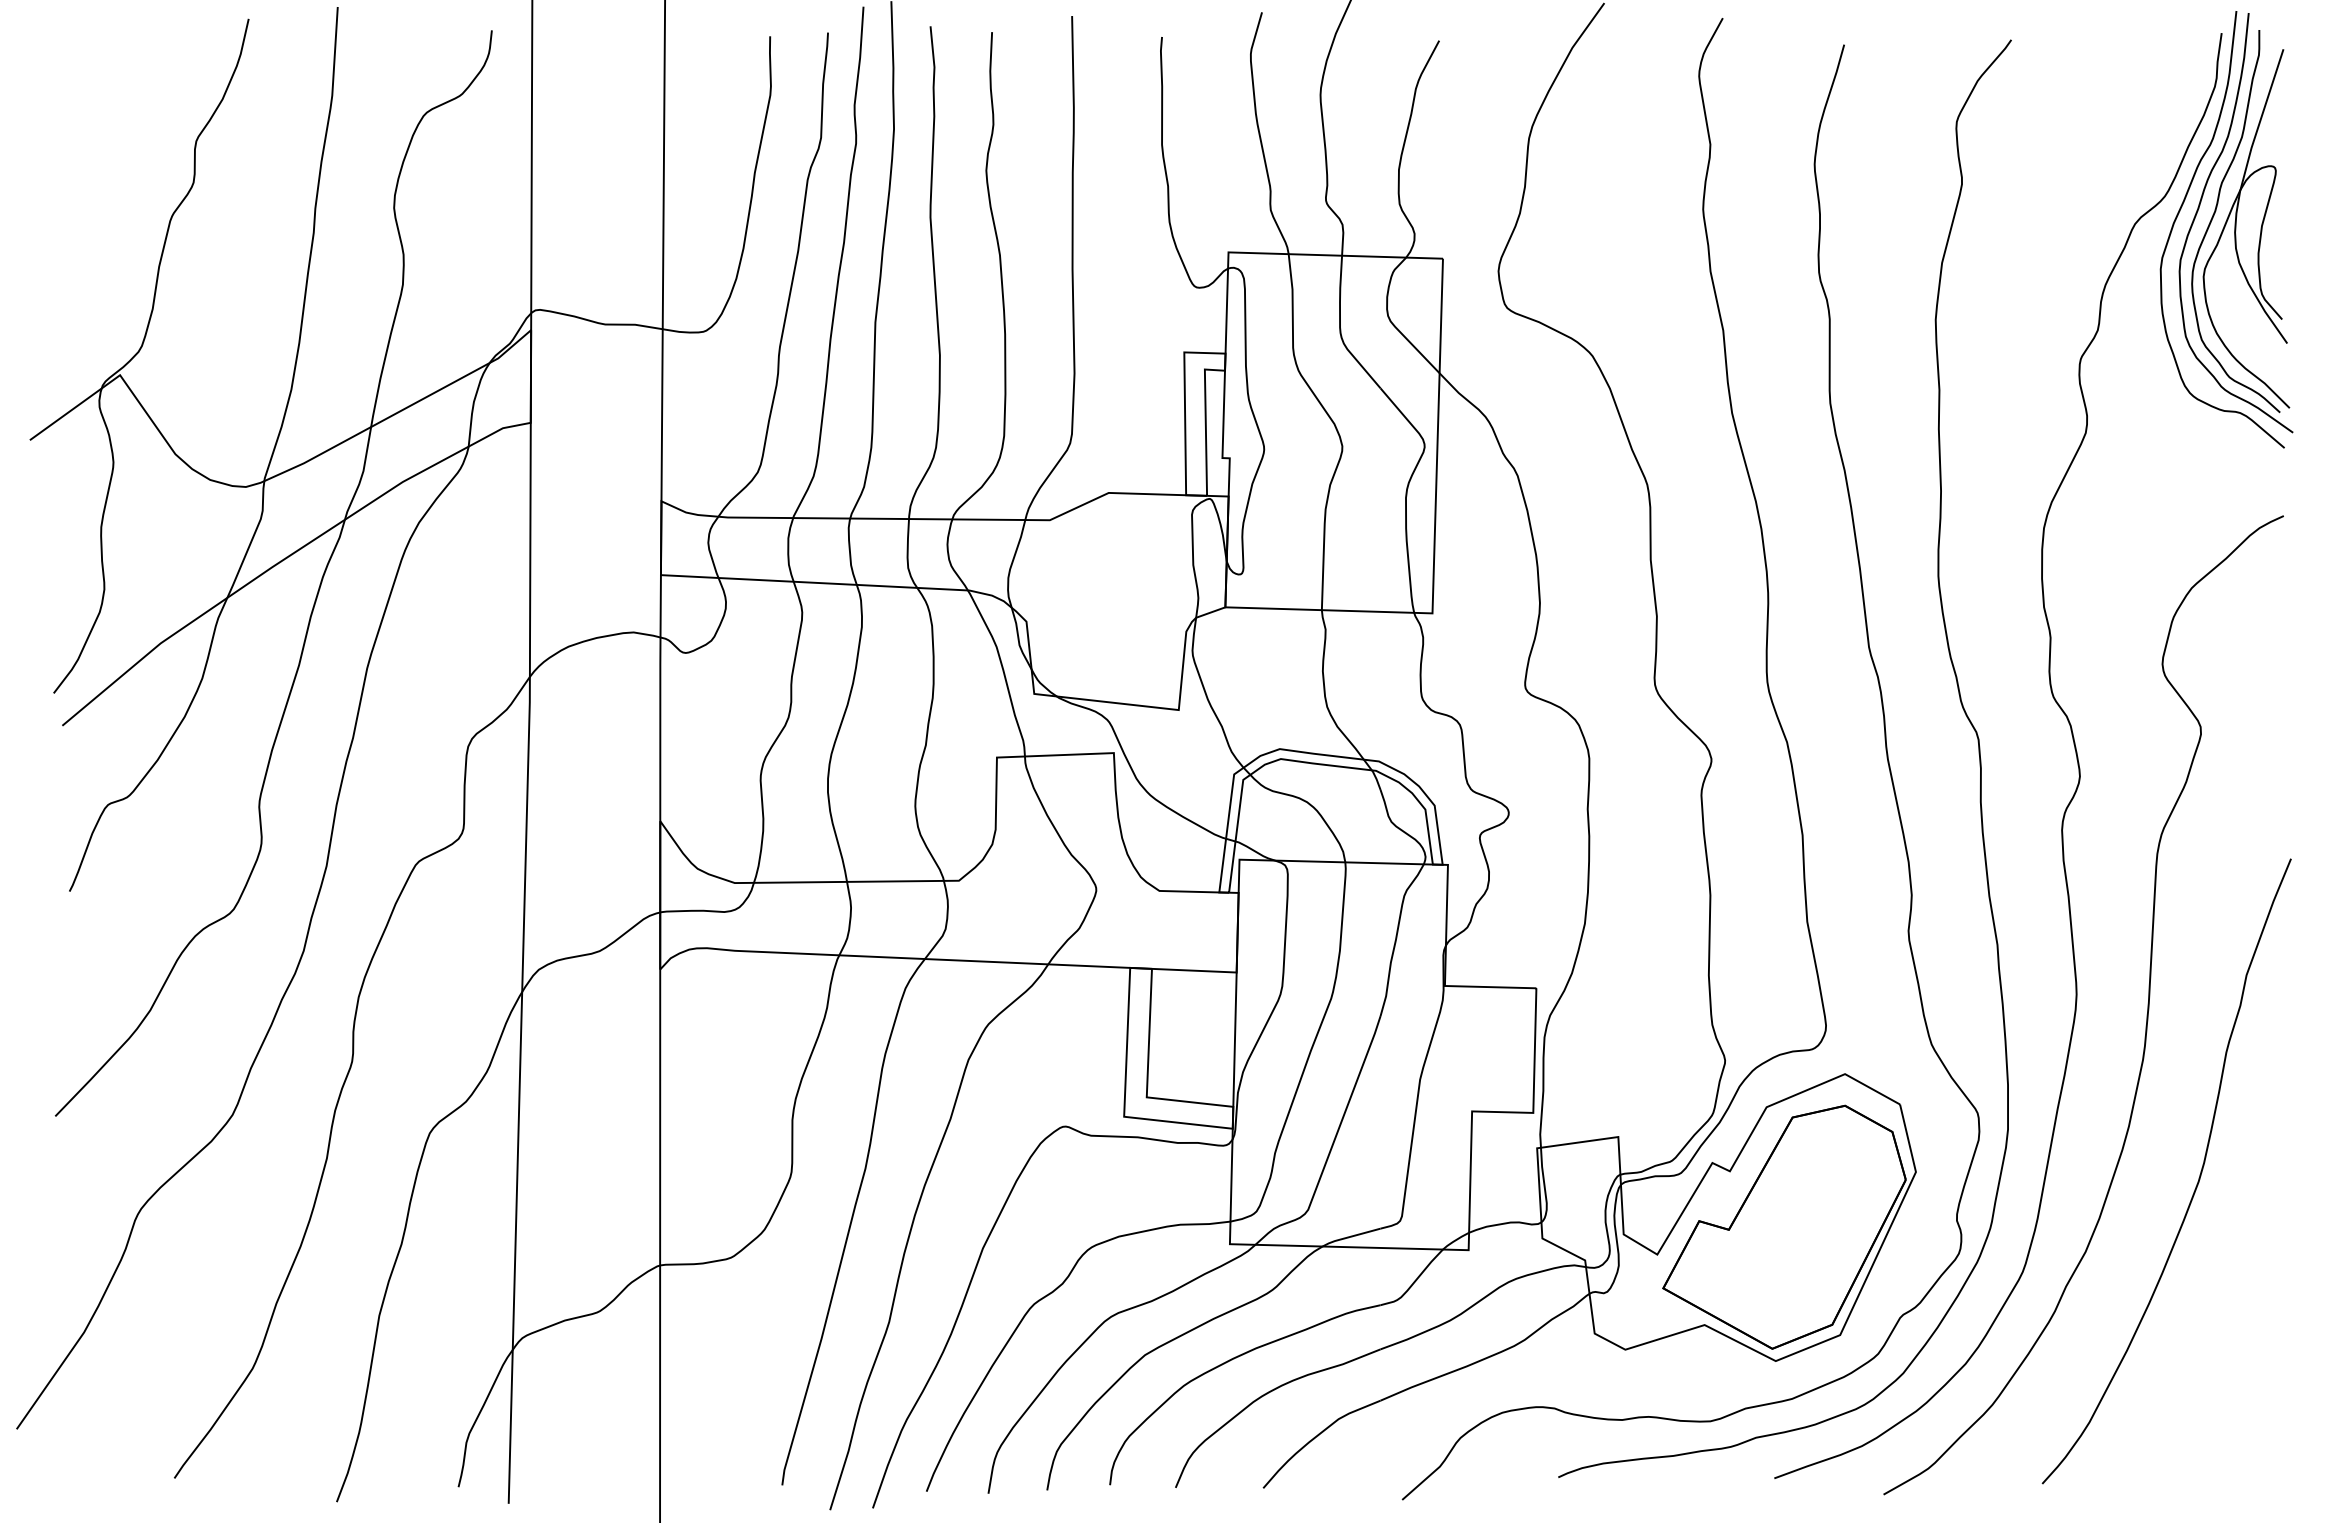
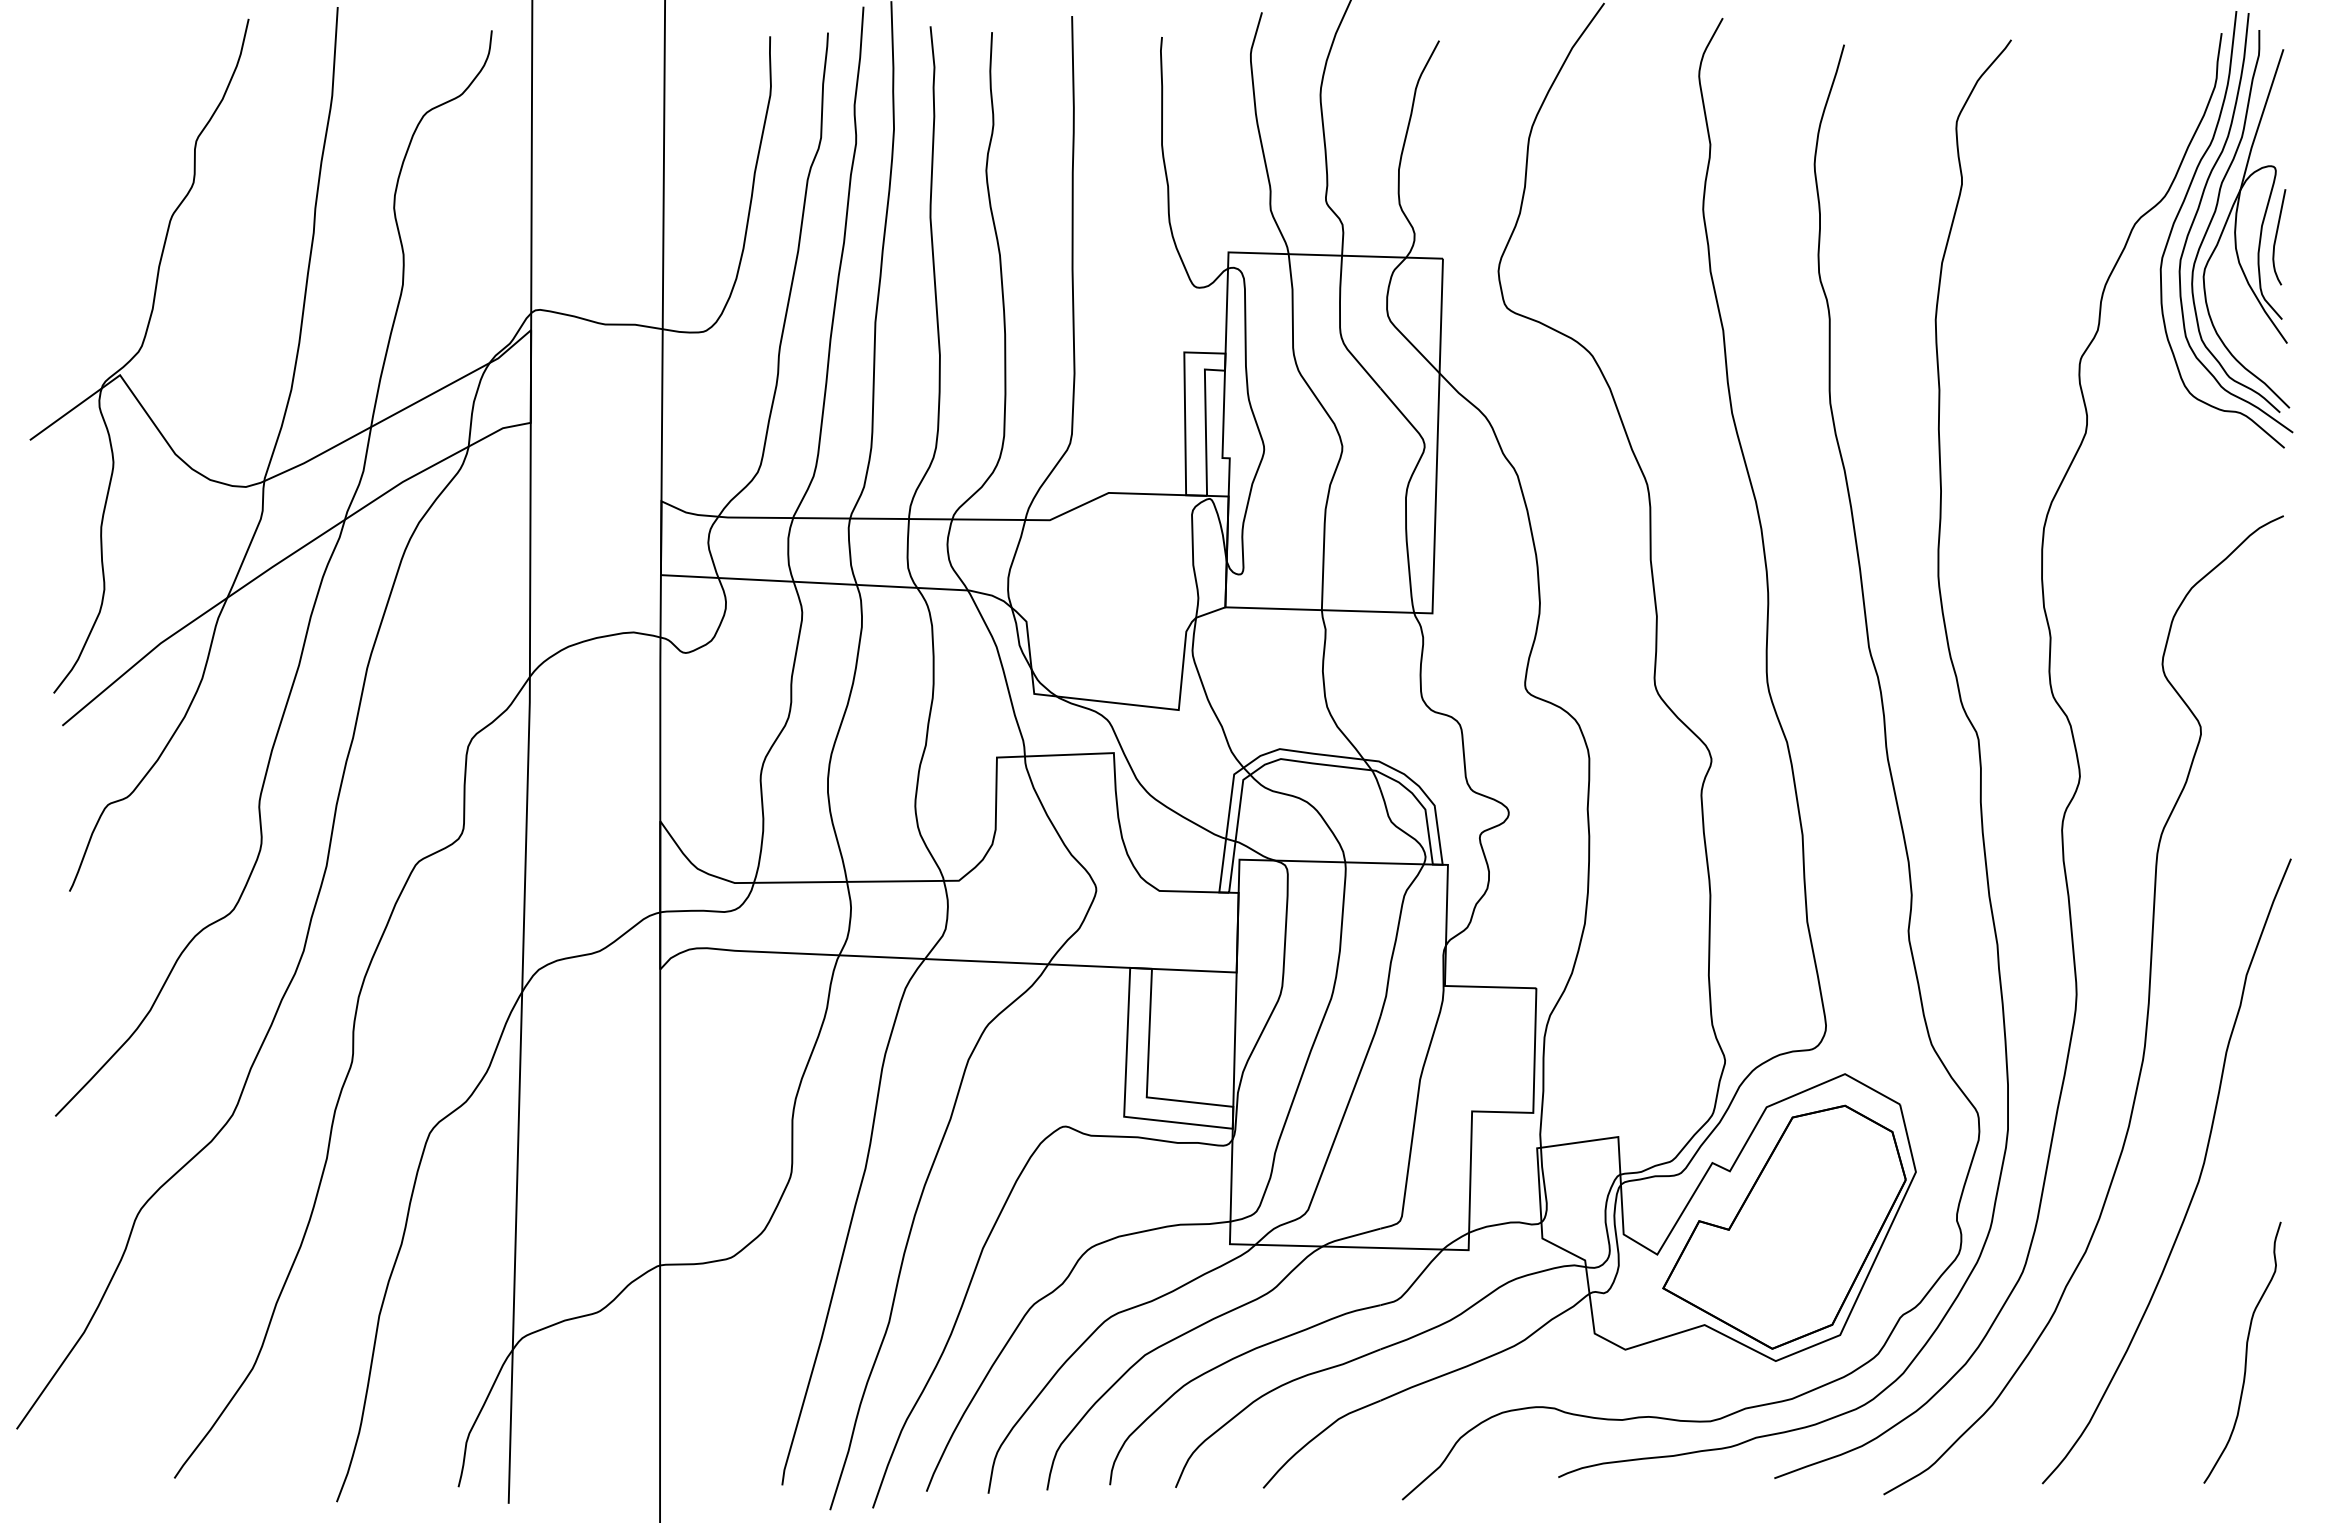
curve at (2277, 235): none -> present
curve at (2245, 1352): none -> present
